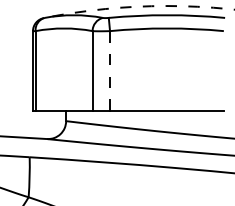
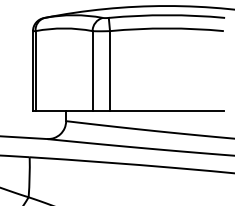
arc at (138, 6): dashed -> solid
line at (110, 71): dashed -> solid
